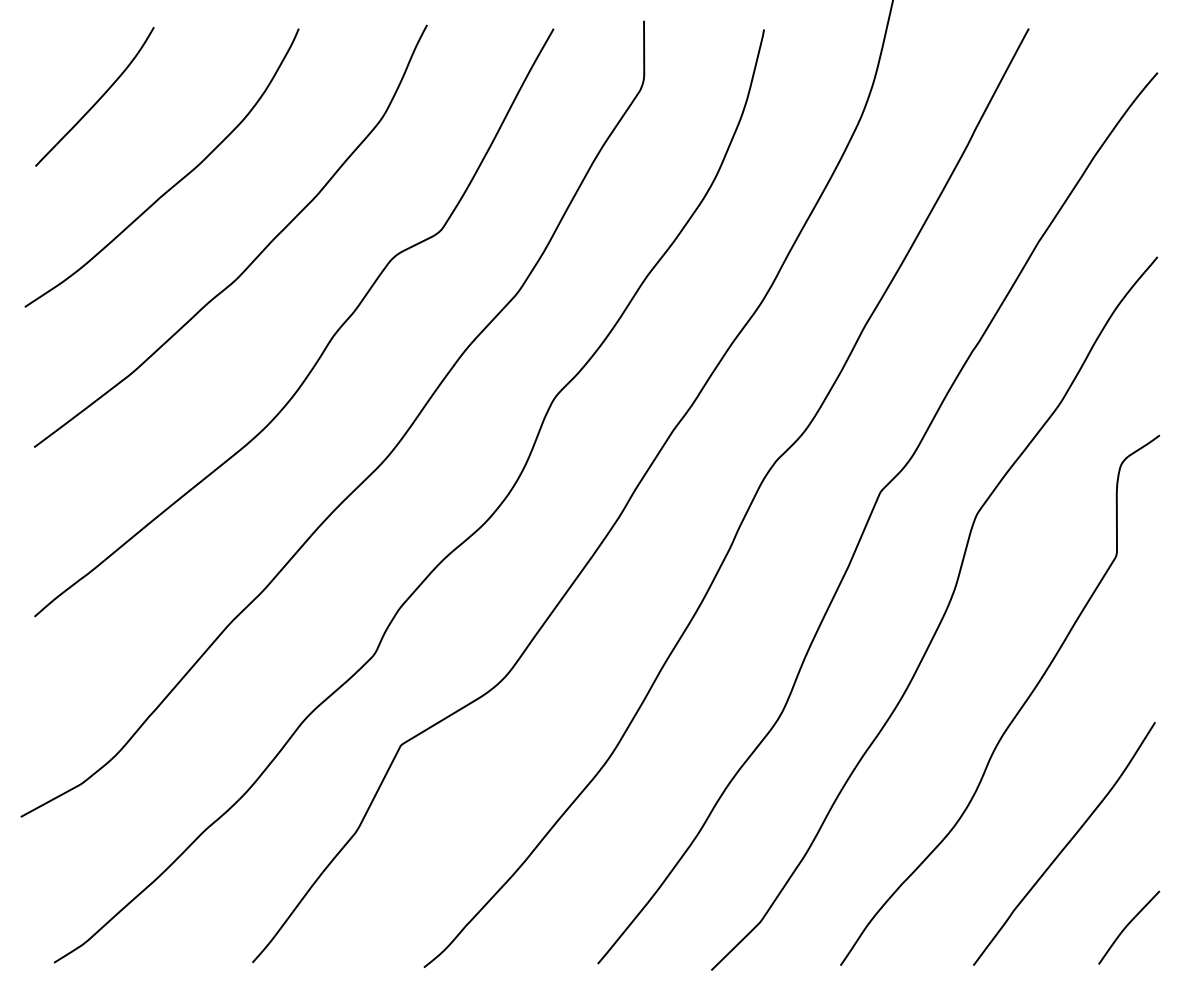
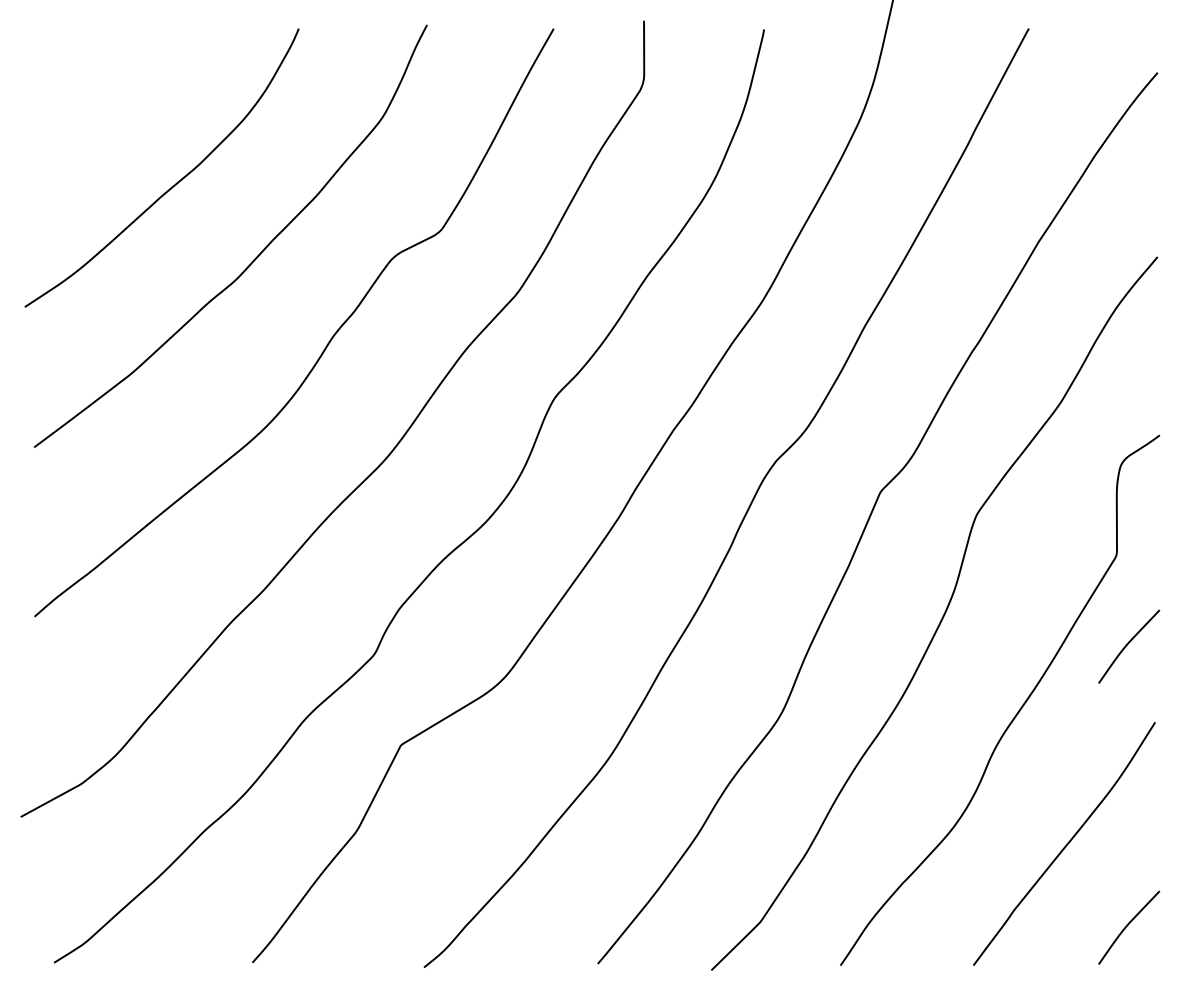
curve at (98, 99): present -> none
curve at (1128, 644): none -> present
